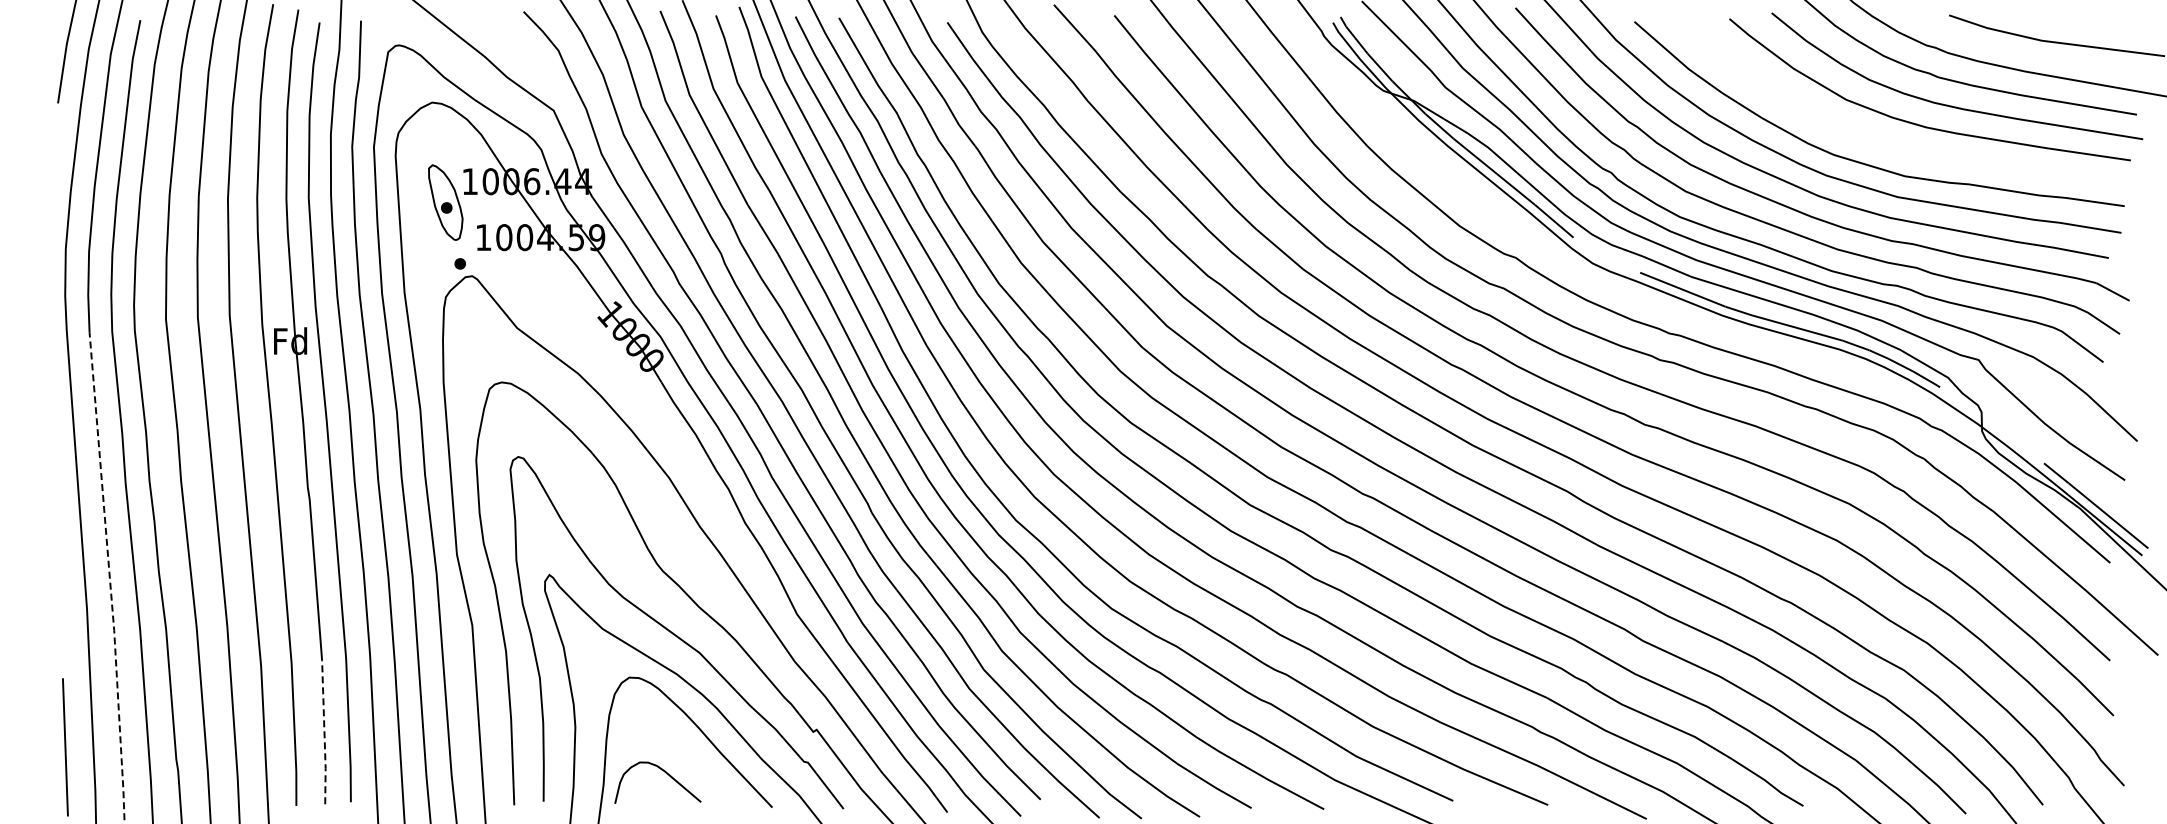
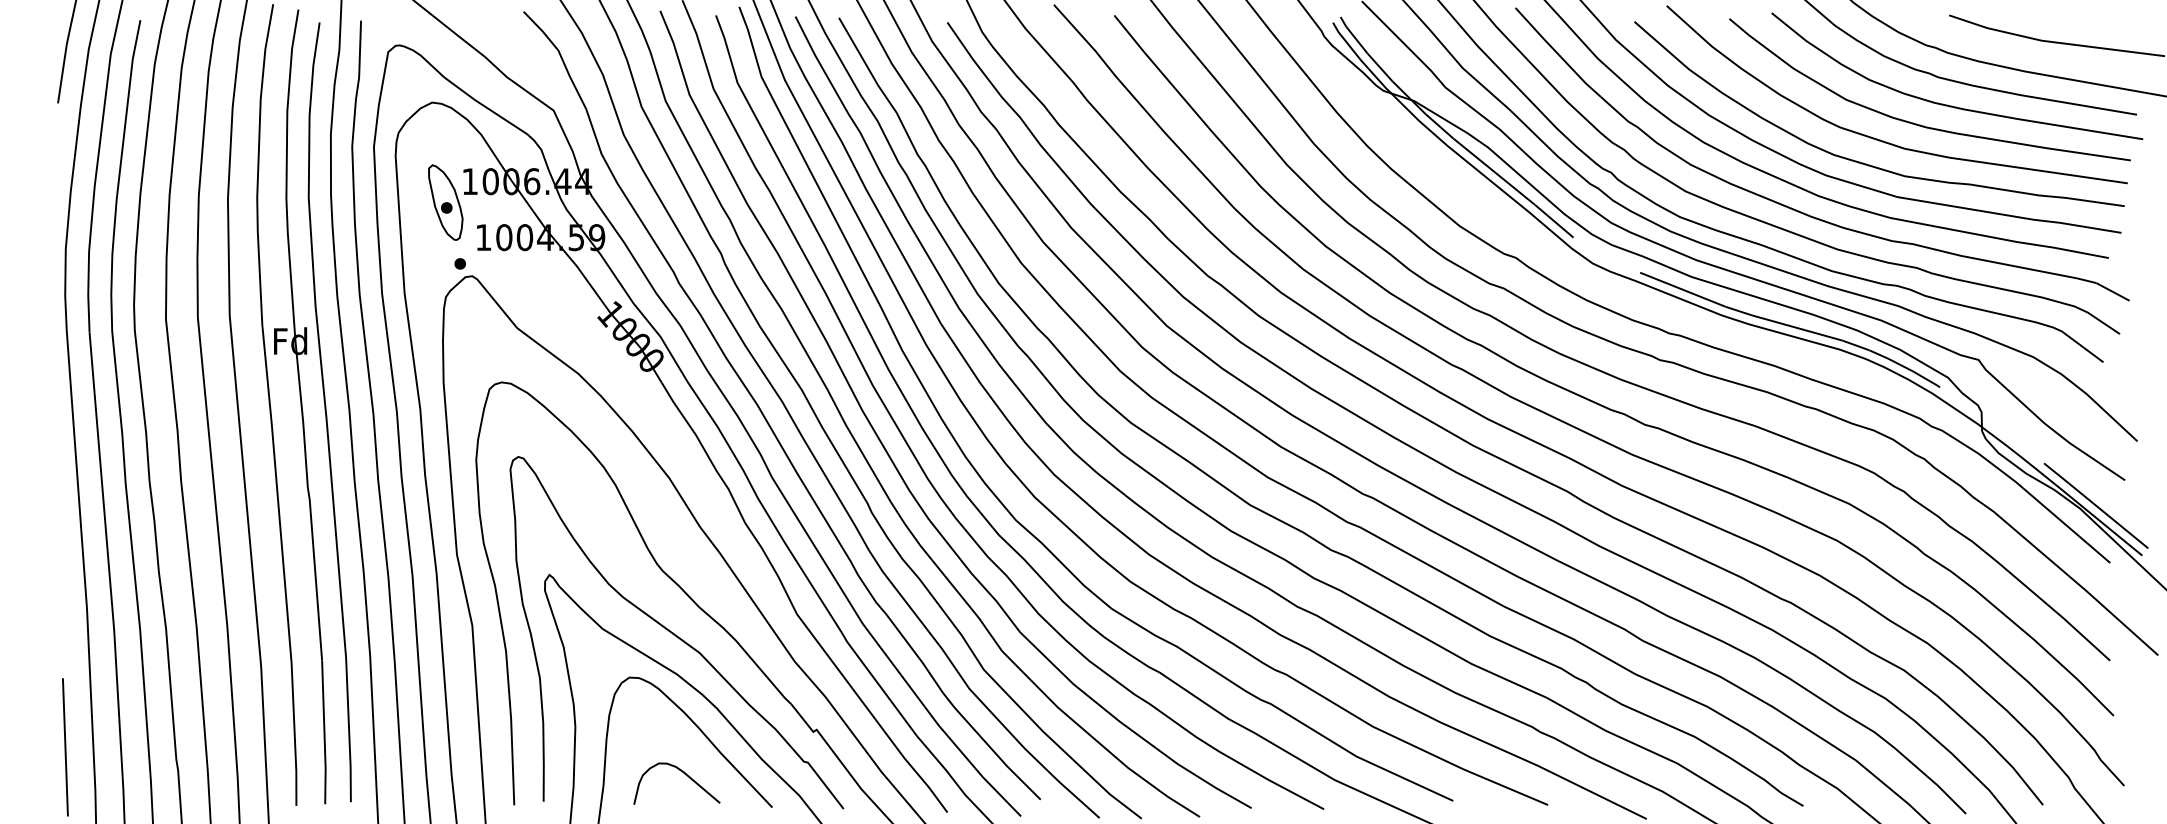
curve at (1880, 139): none -> present
line at (110, 579): dashed -> solid
line at (324, 732): dashed -> solid
curve at (665, 773) position: (665, 773) -> (684, 774)
